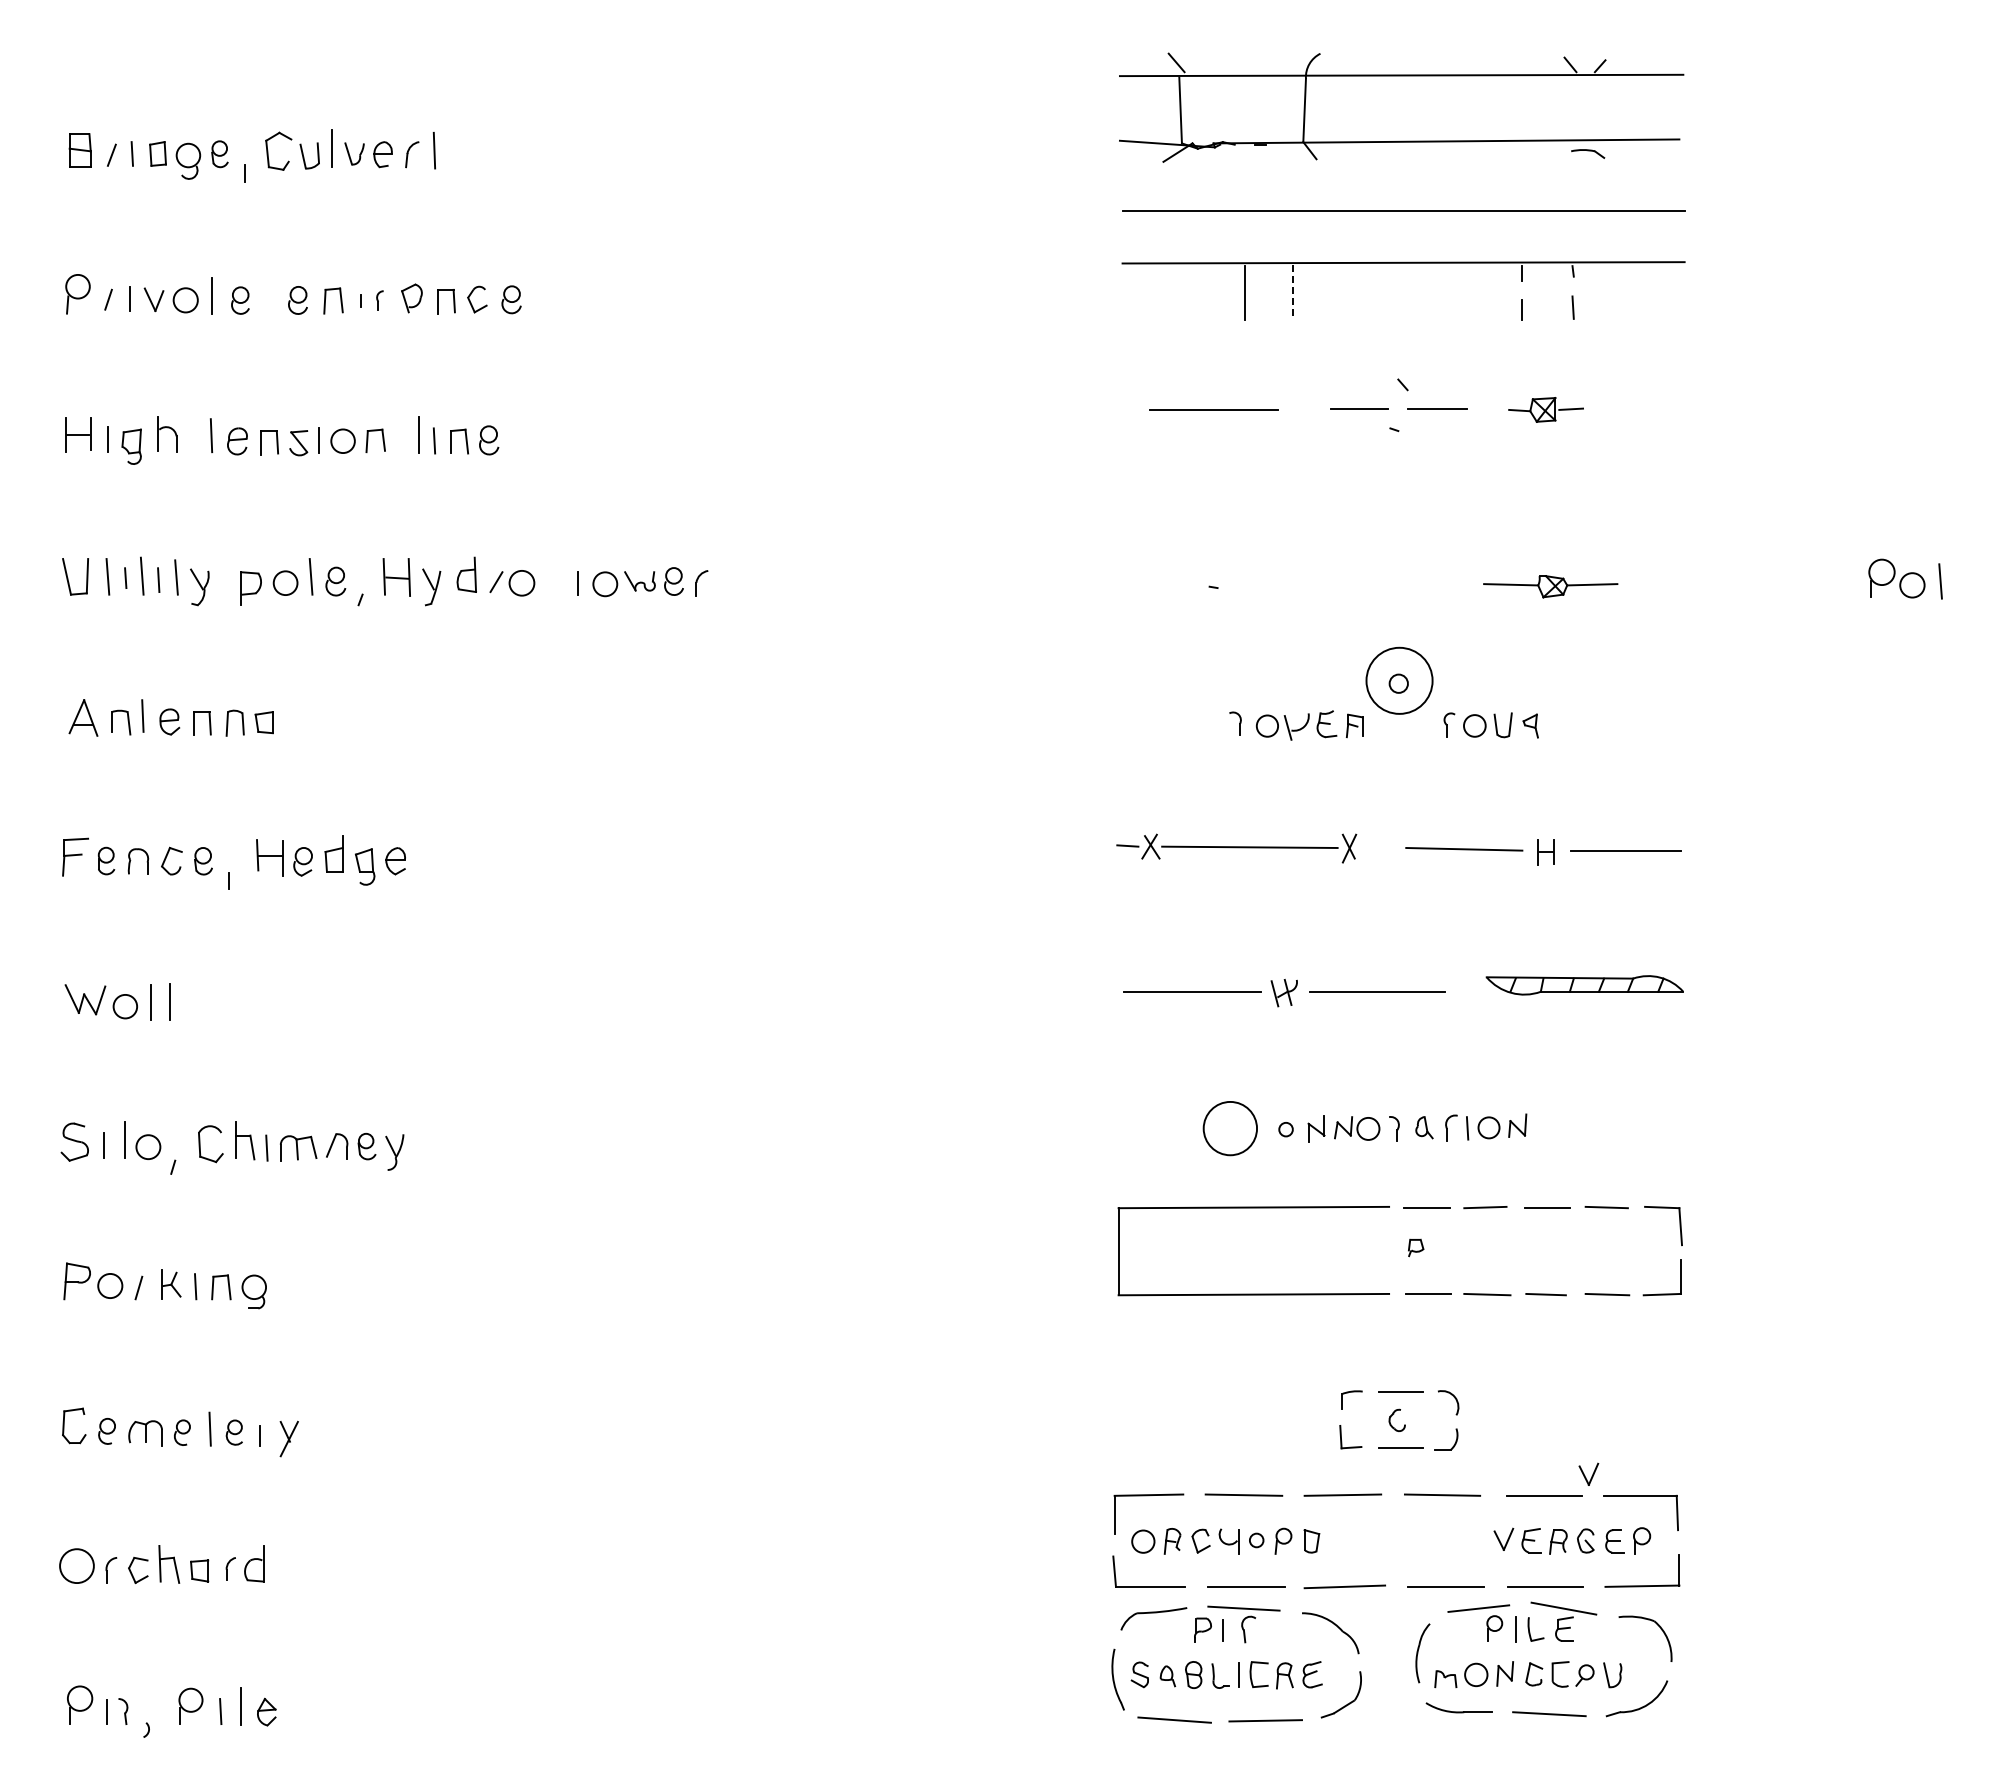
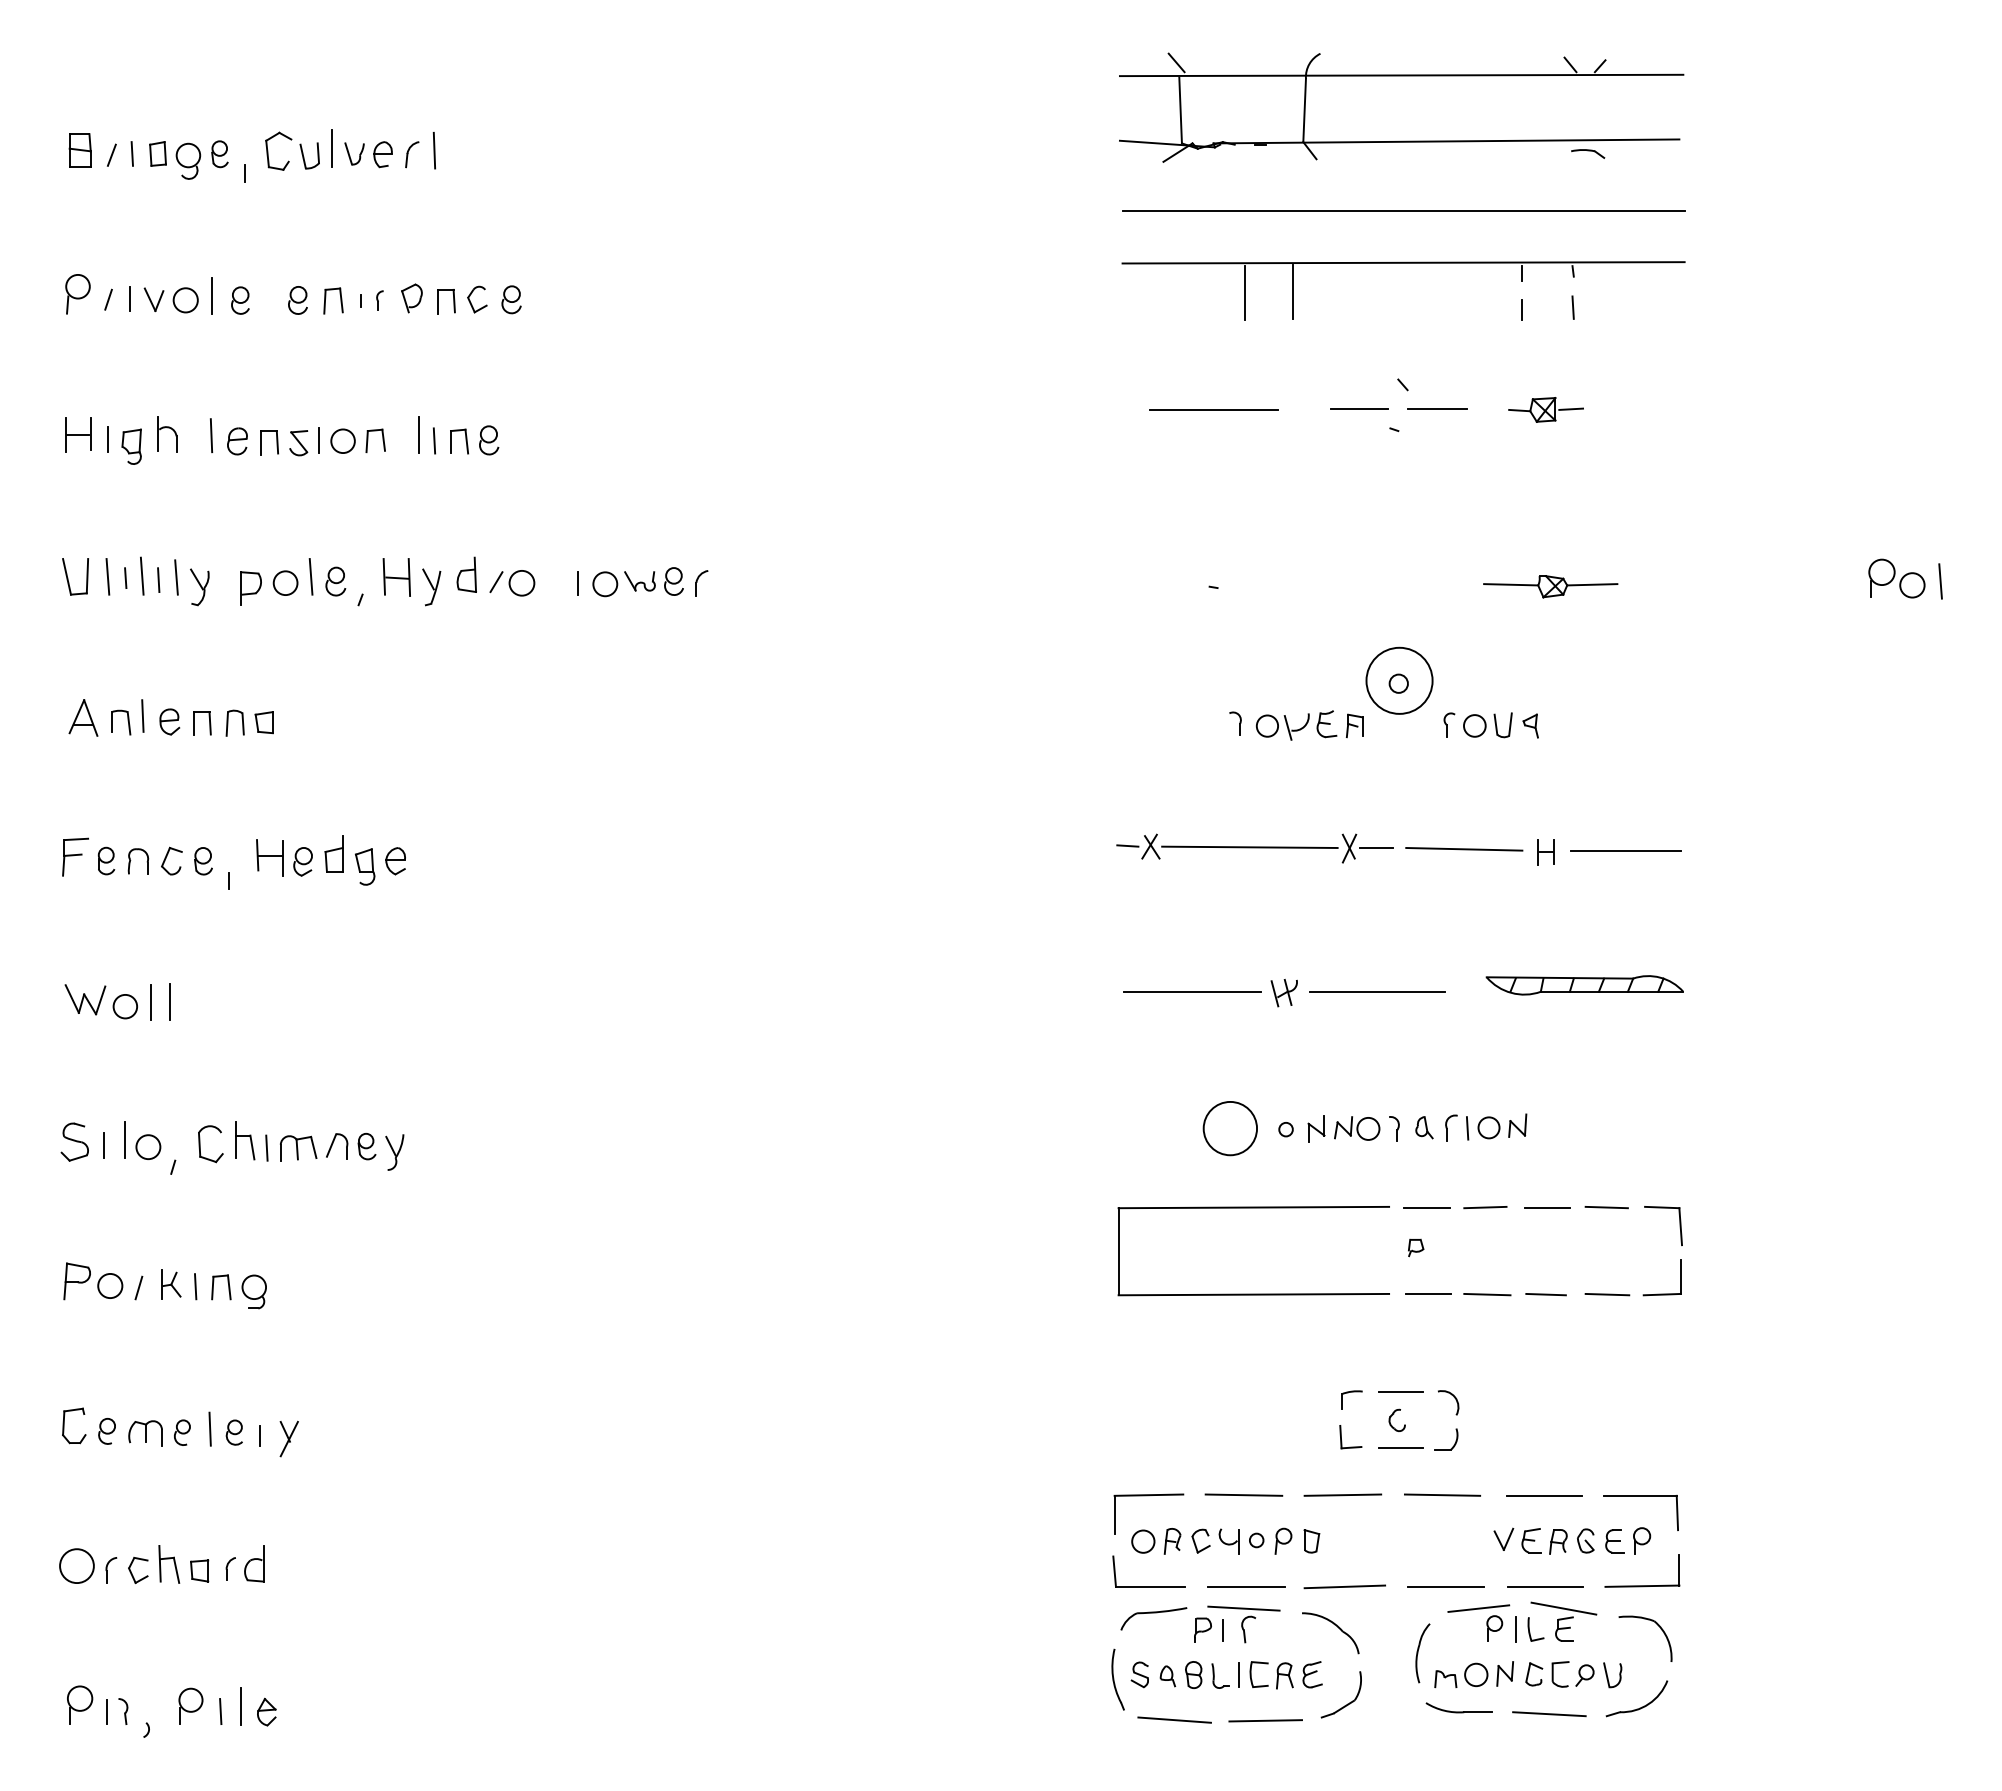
line at (1292, 292): dashed -> solid
line at (1376, 847): none -> present
part at (1588, 1473): present -> none
